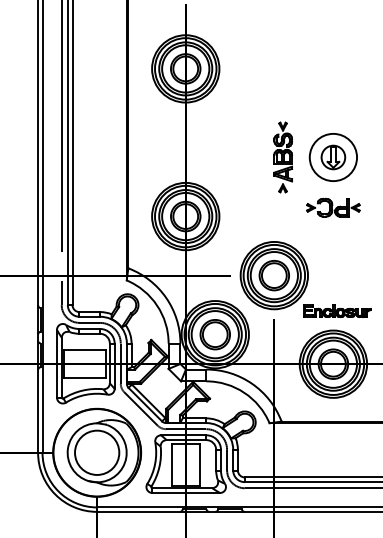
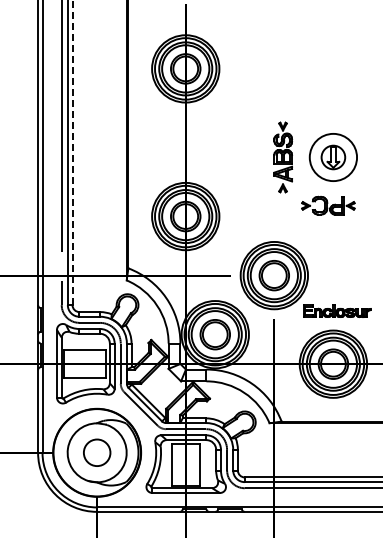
line at (72, 152): solid -> dashed
part at (333, 207) position: (333, 207) -> (328, 205)
circle at (97, 452) diameter: 44 px -> 27 px
